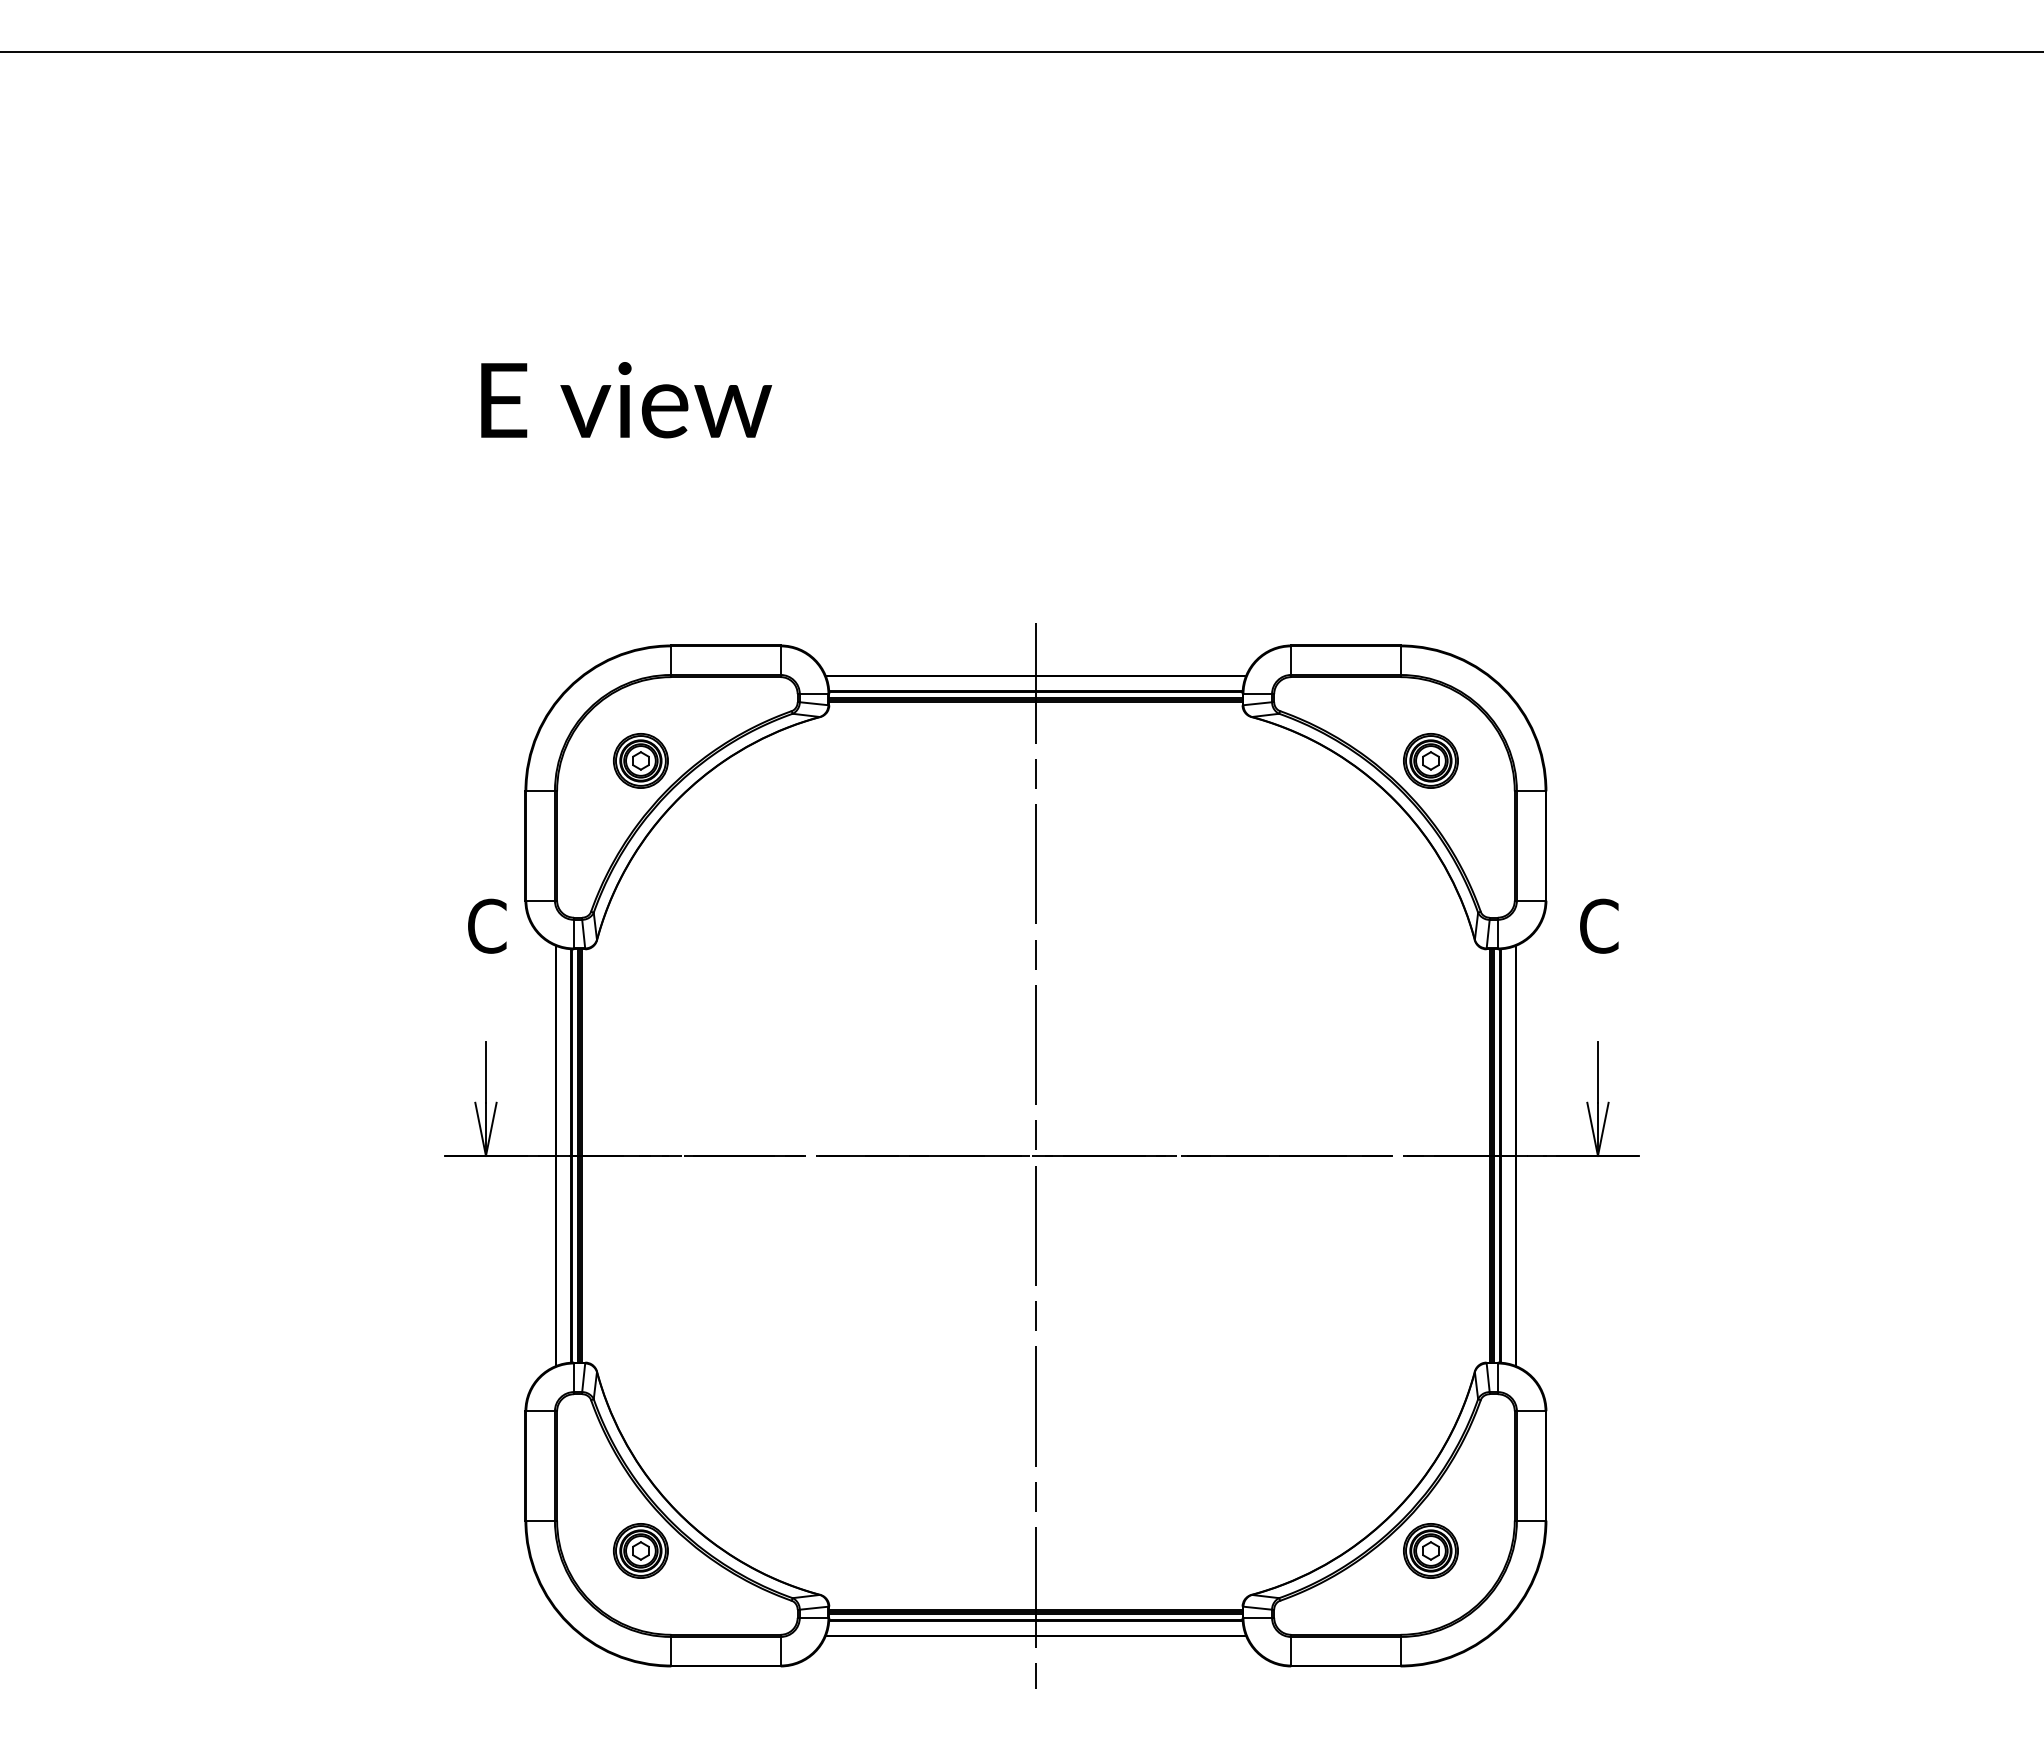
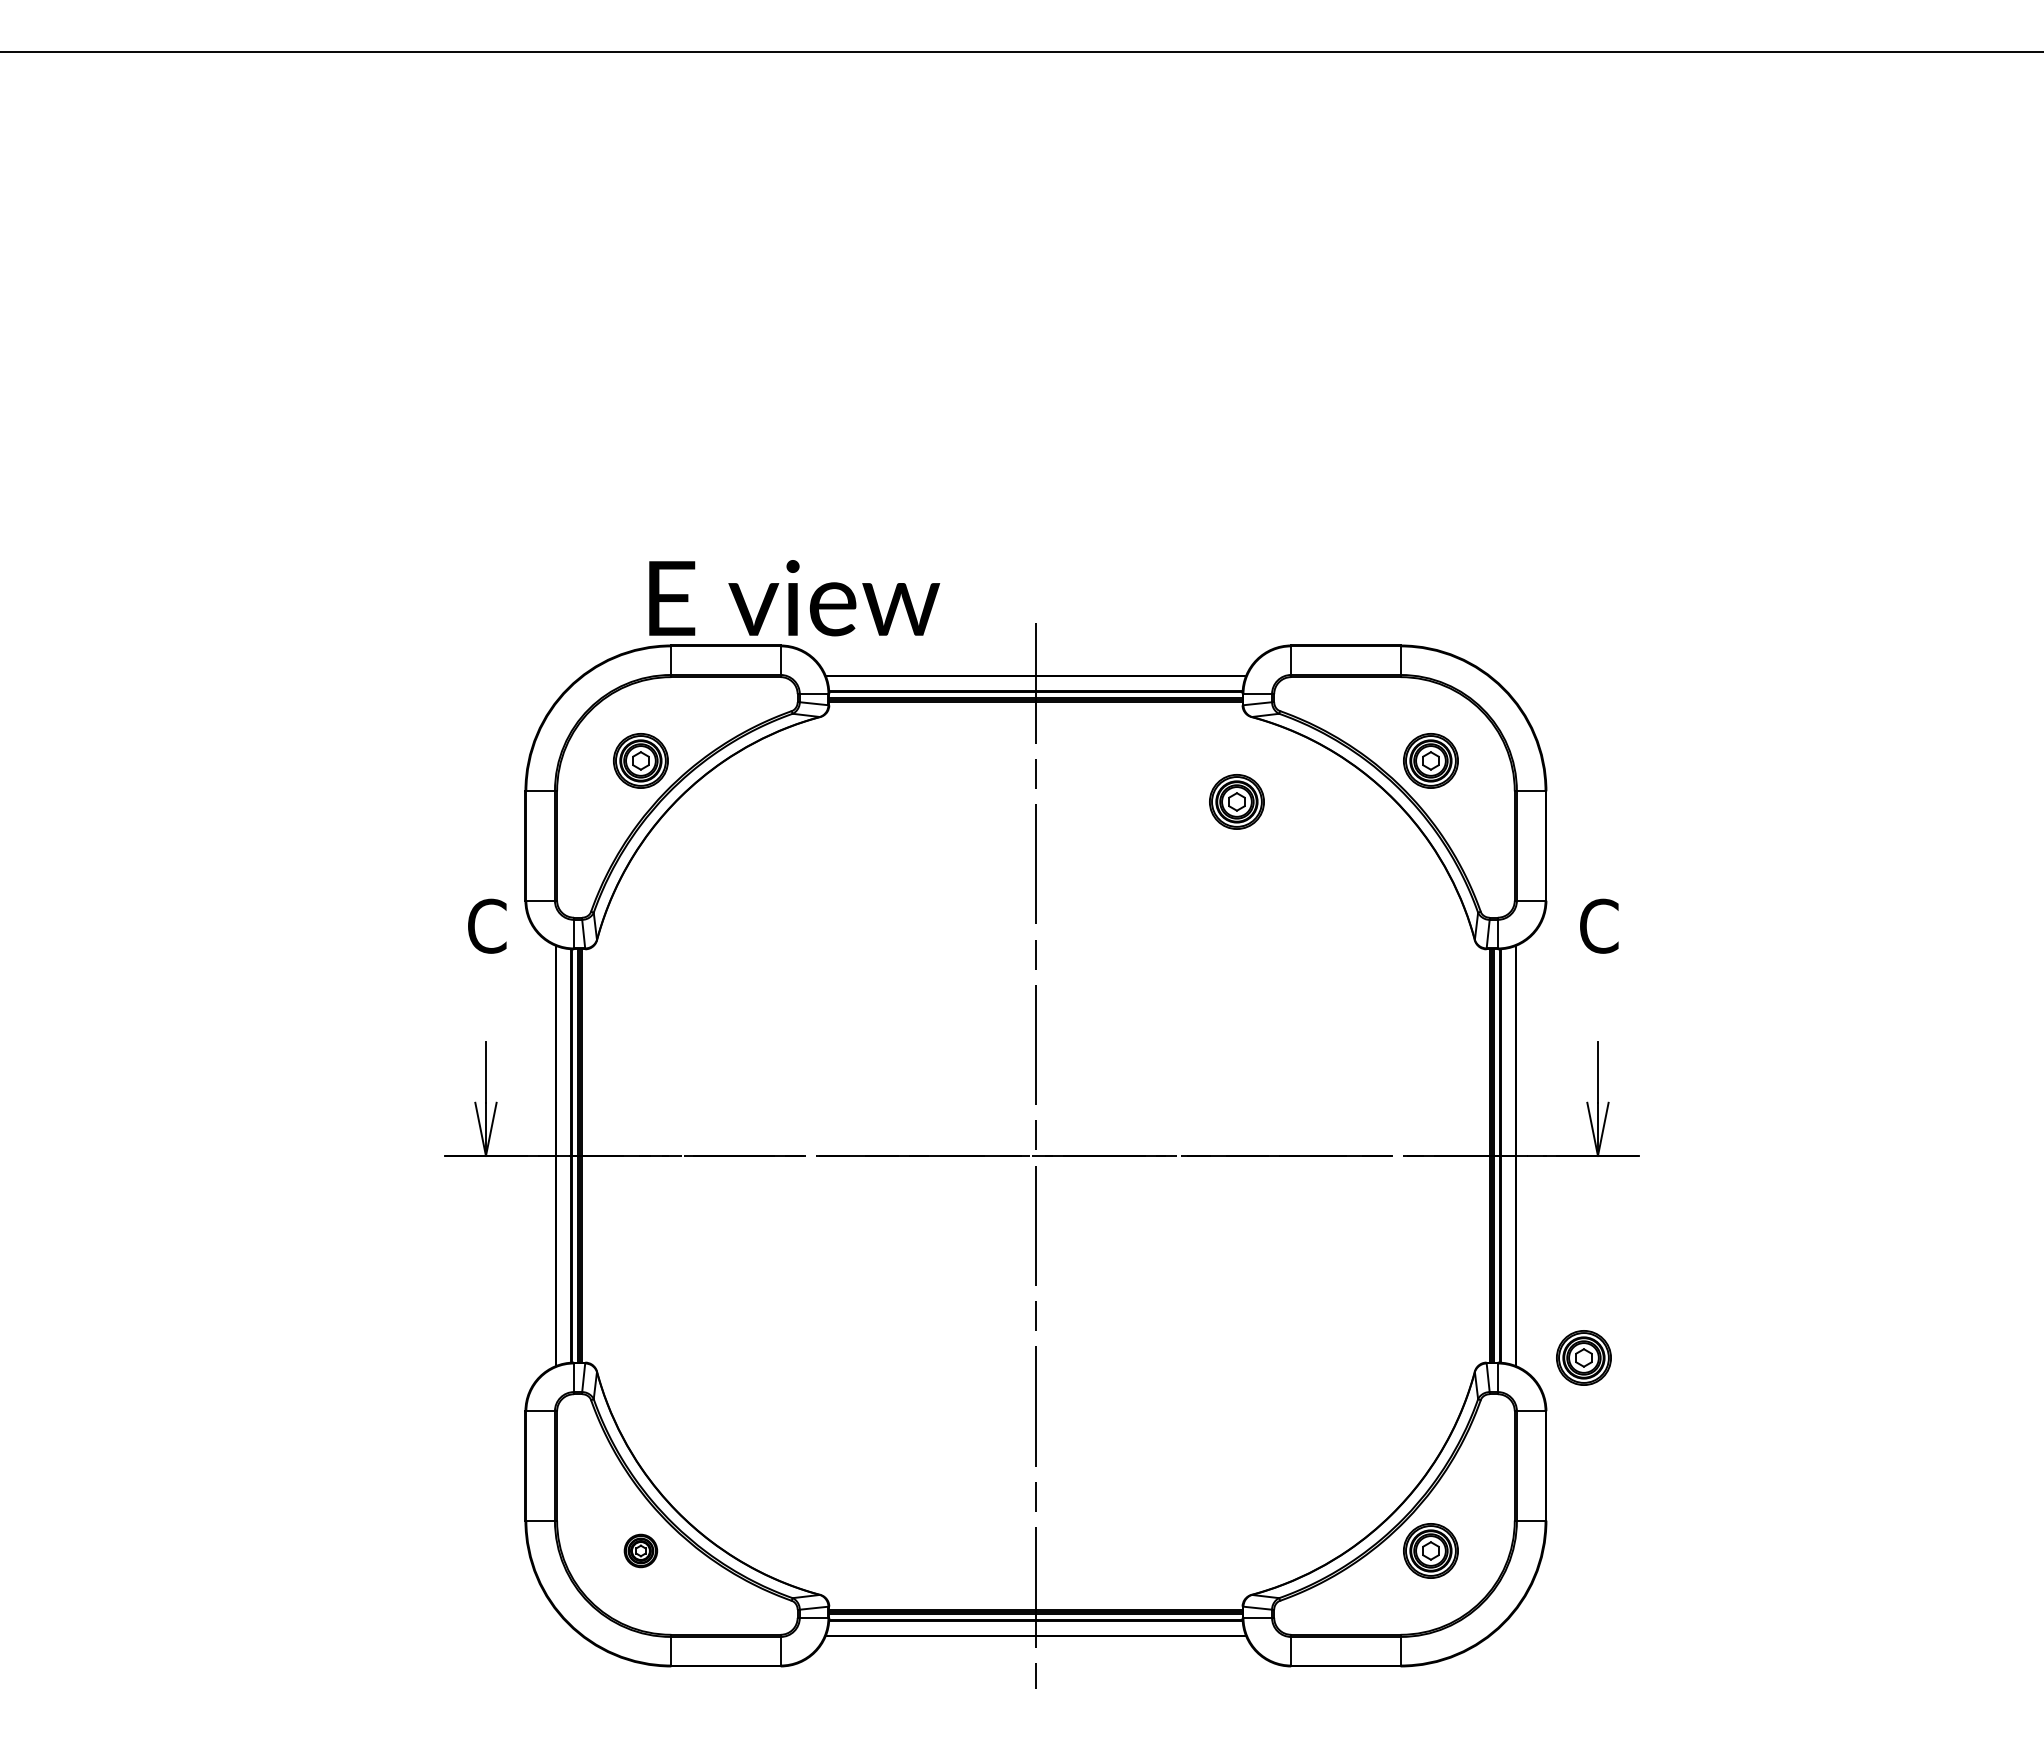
text at (626, 400) position: (626, 400) -> (794, 598)
part at (1236, 801): none -> present
part at (1583, 1357): none -> present
part at (640, 1550) size: 56x56 px -> 36x36 px
